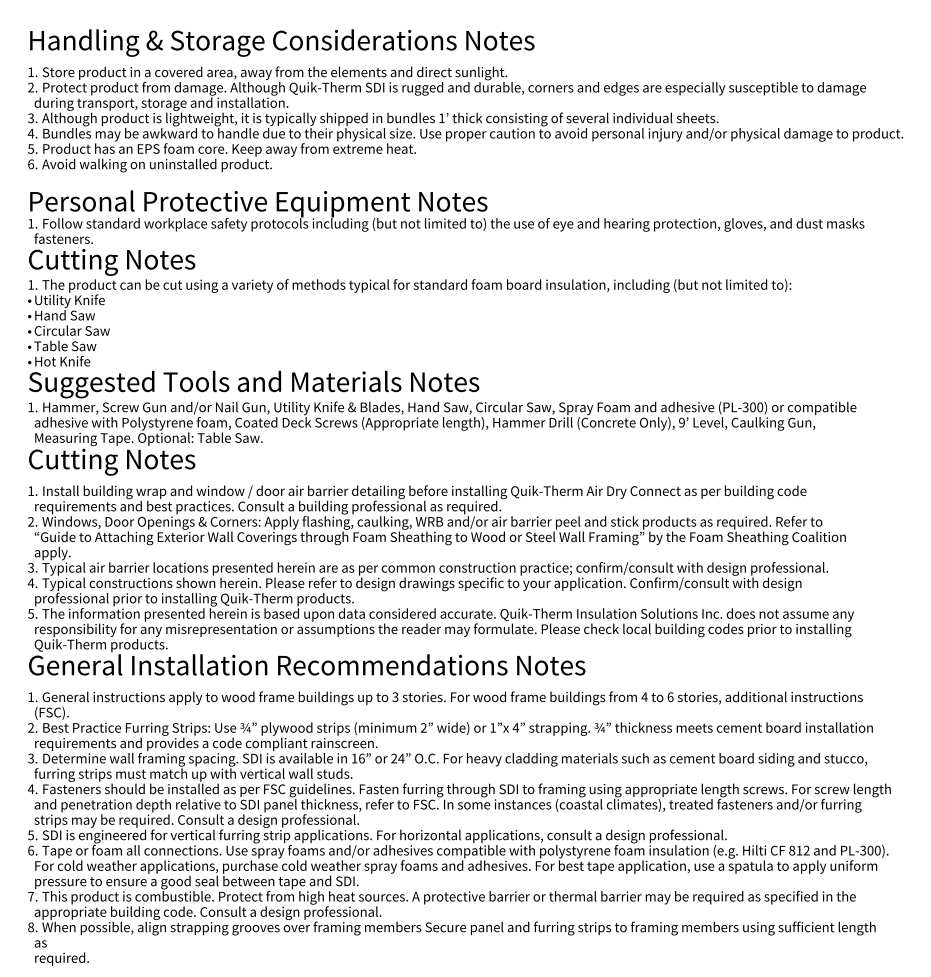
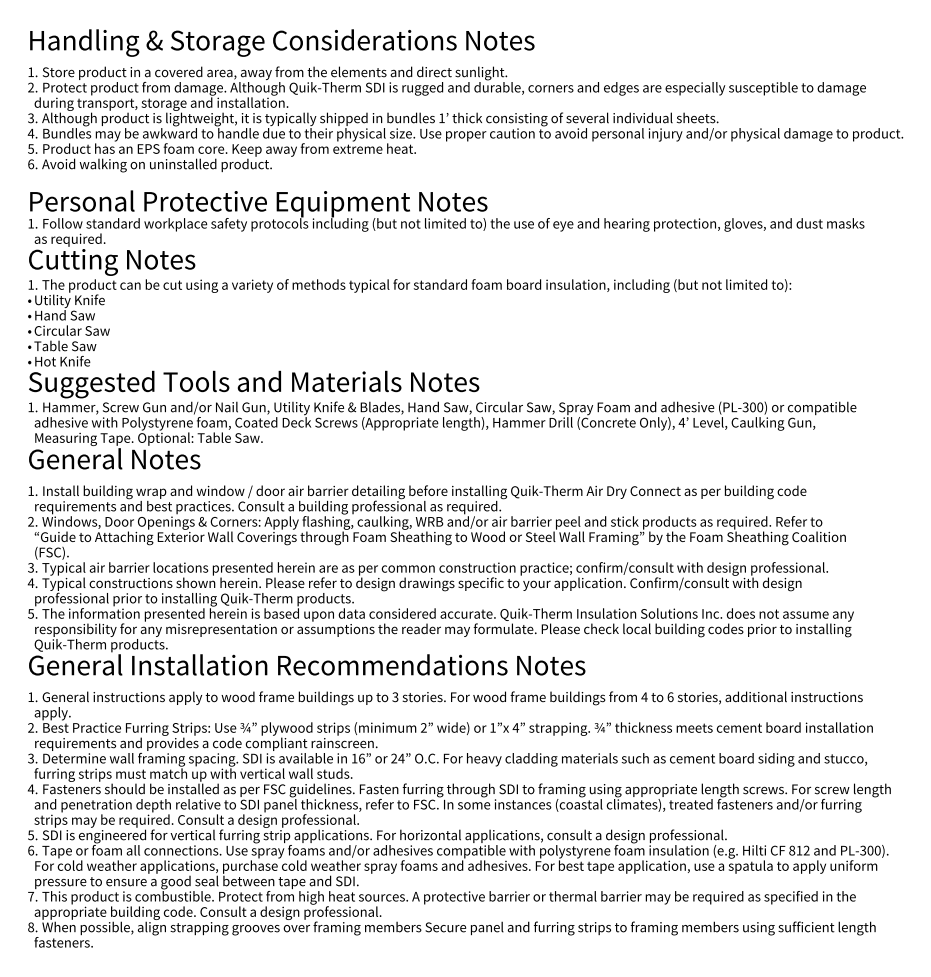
text at (69, 239): fasteners. -> as required.
text at (681, 422): 9 -> 4
text at (118, 461): Cutting Notes -> General Notes
text at (52, 553): apply. -> (FSC).
text at (52, 713): (FSC). -> apply.
text at (63, 951): as required. -> fasteners.
